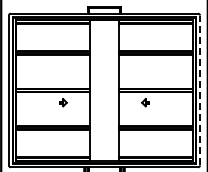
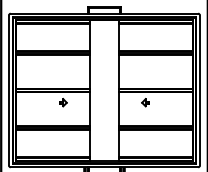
line at (200, 90): dashed -> solid
